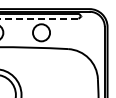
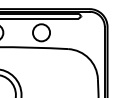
line at (39, 18): dashed -> solid
